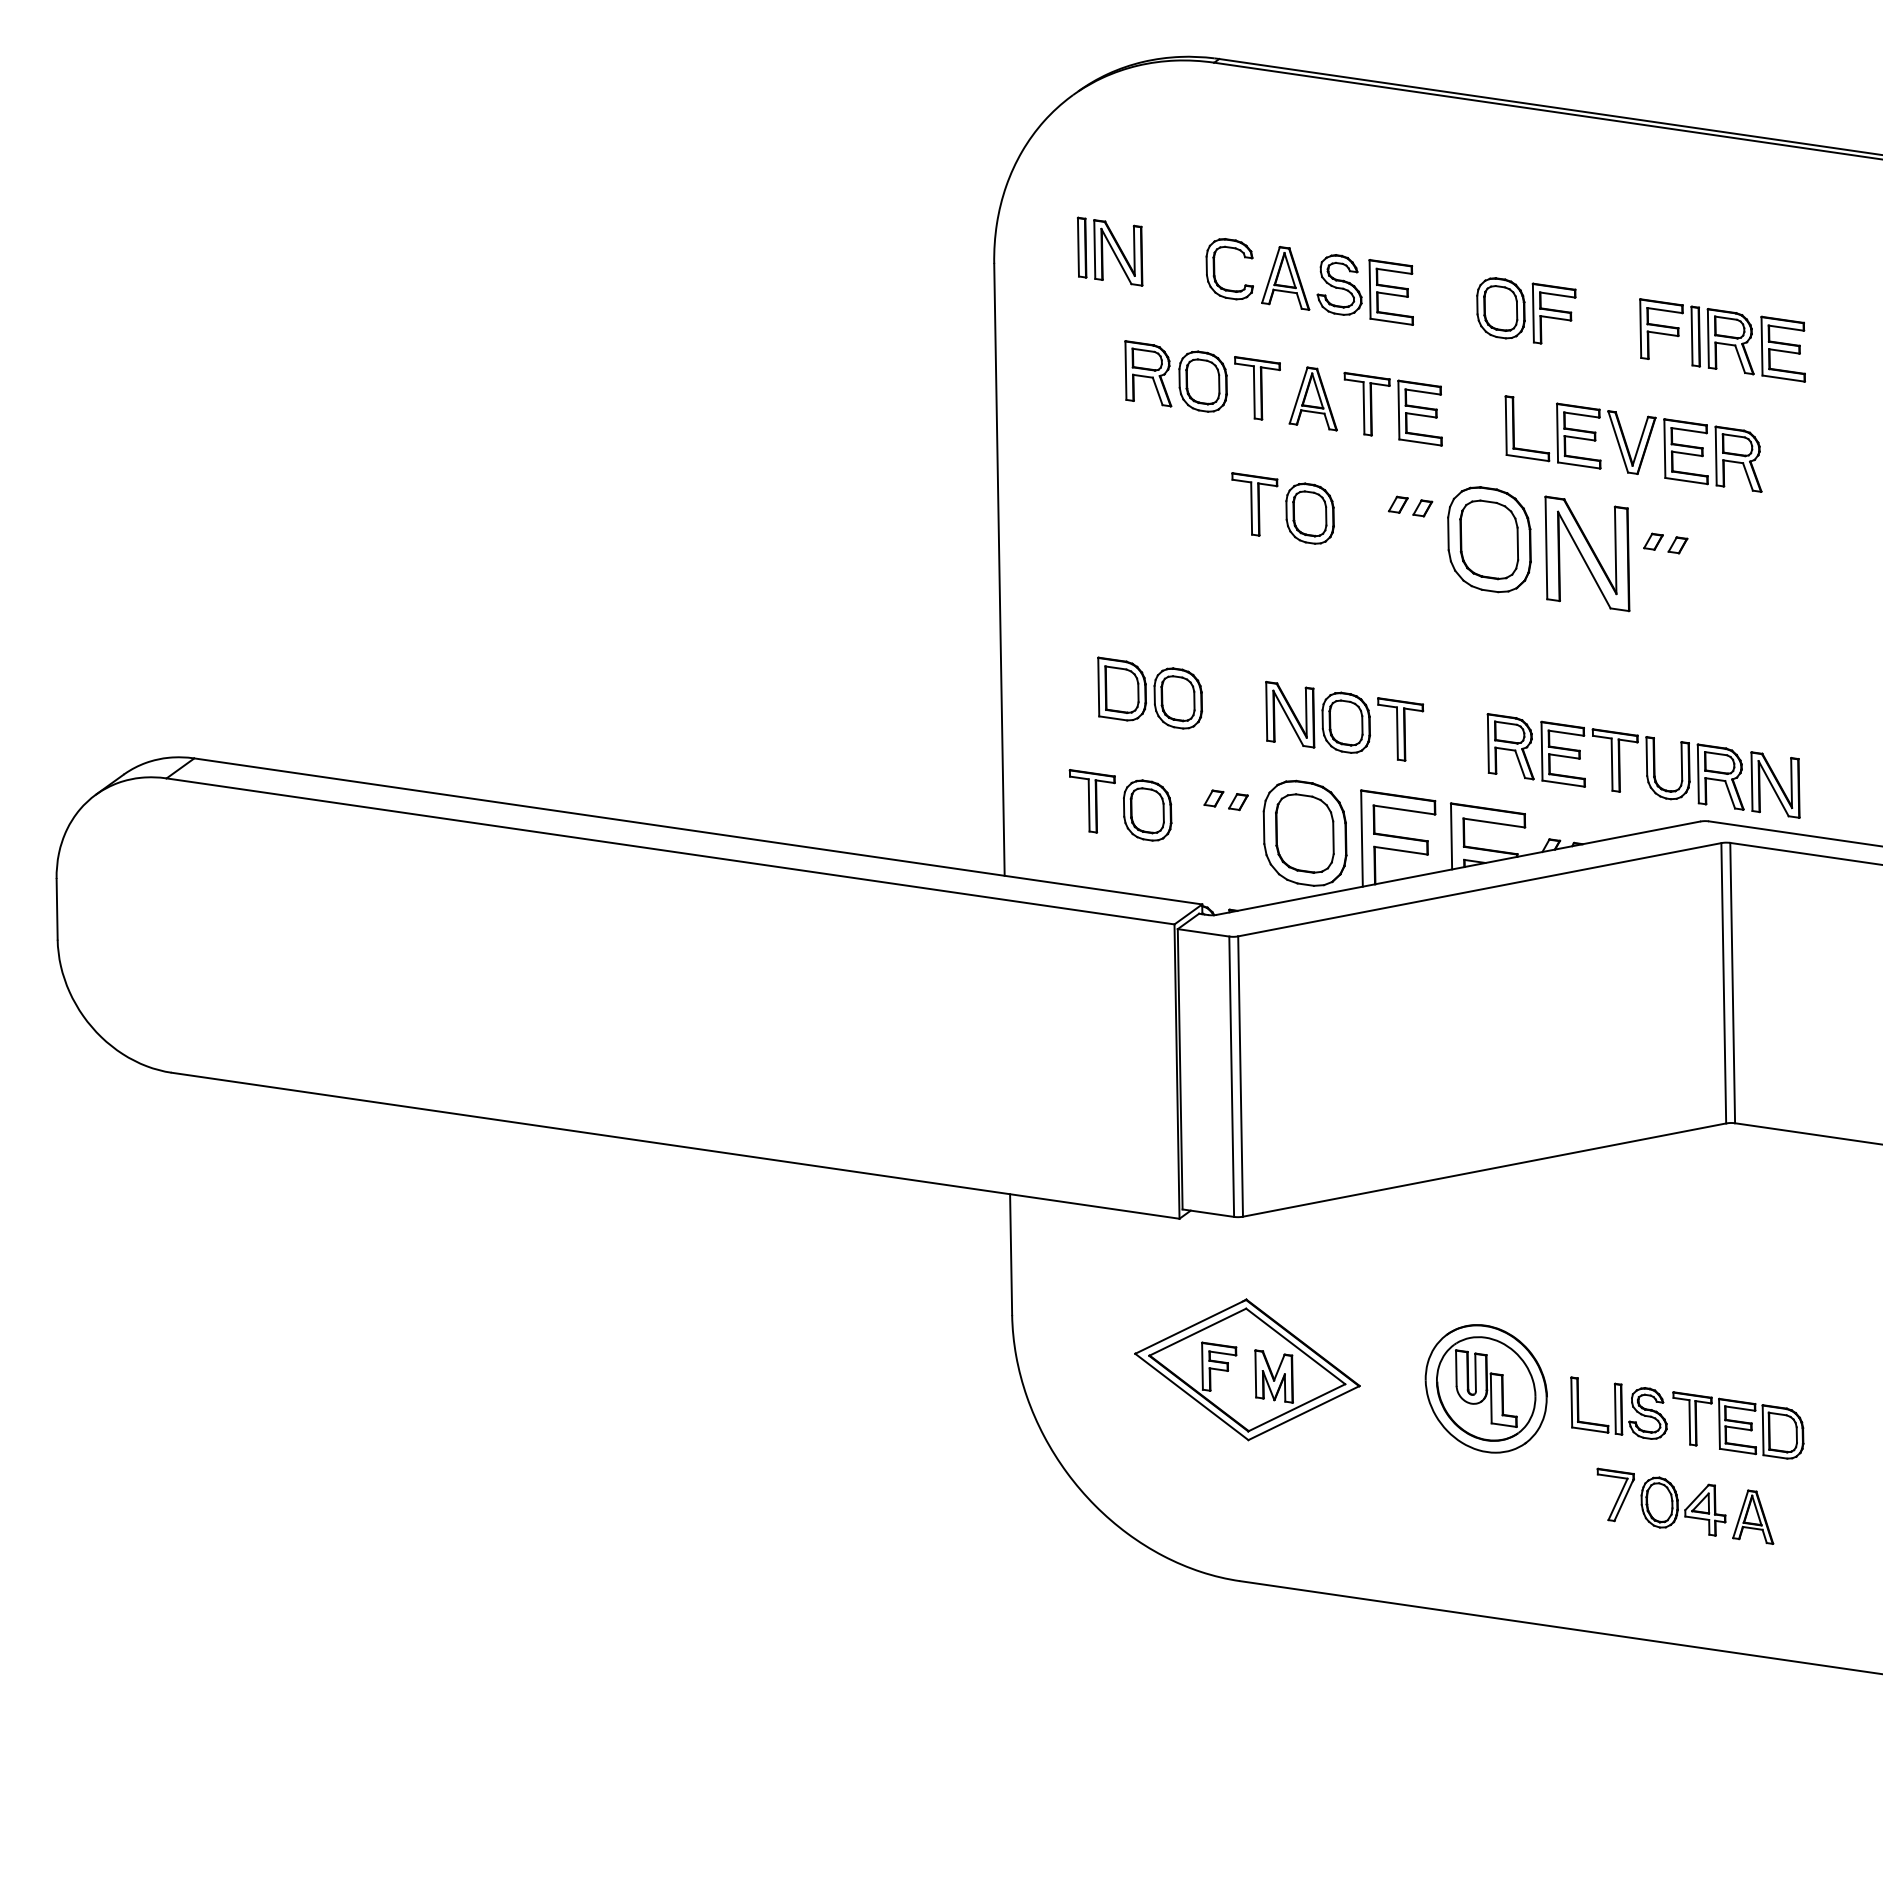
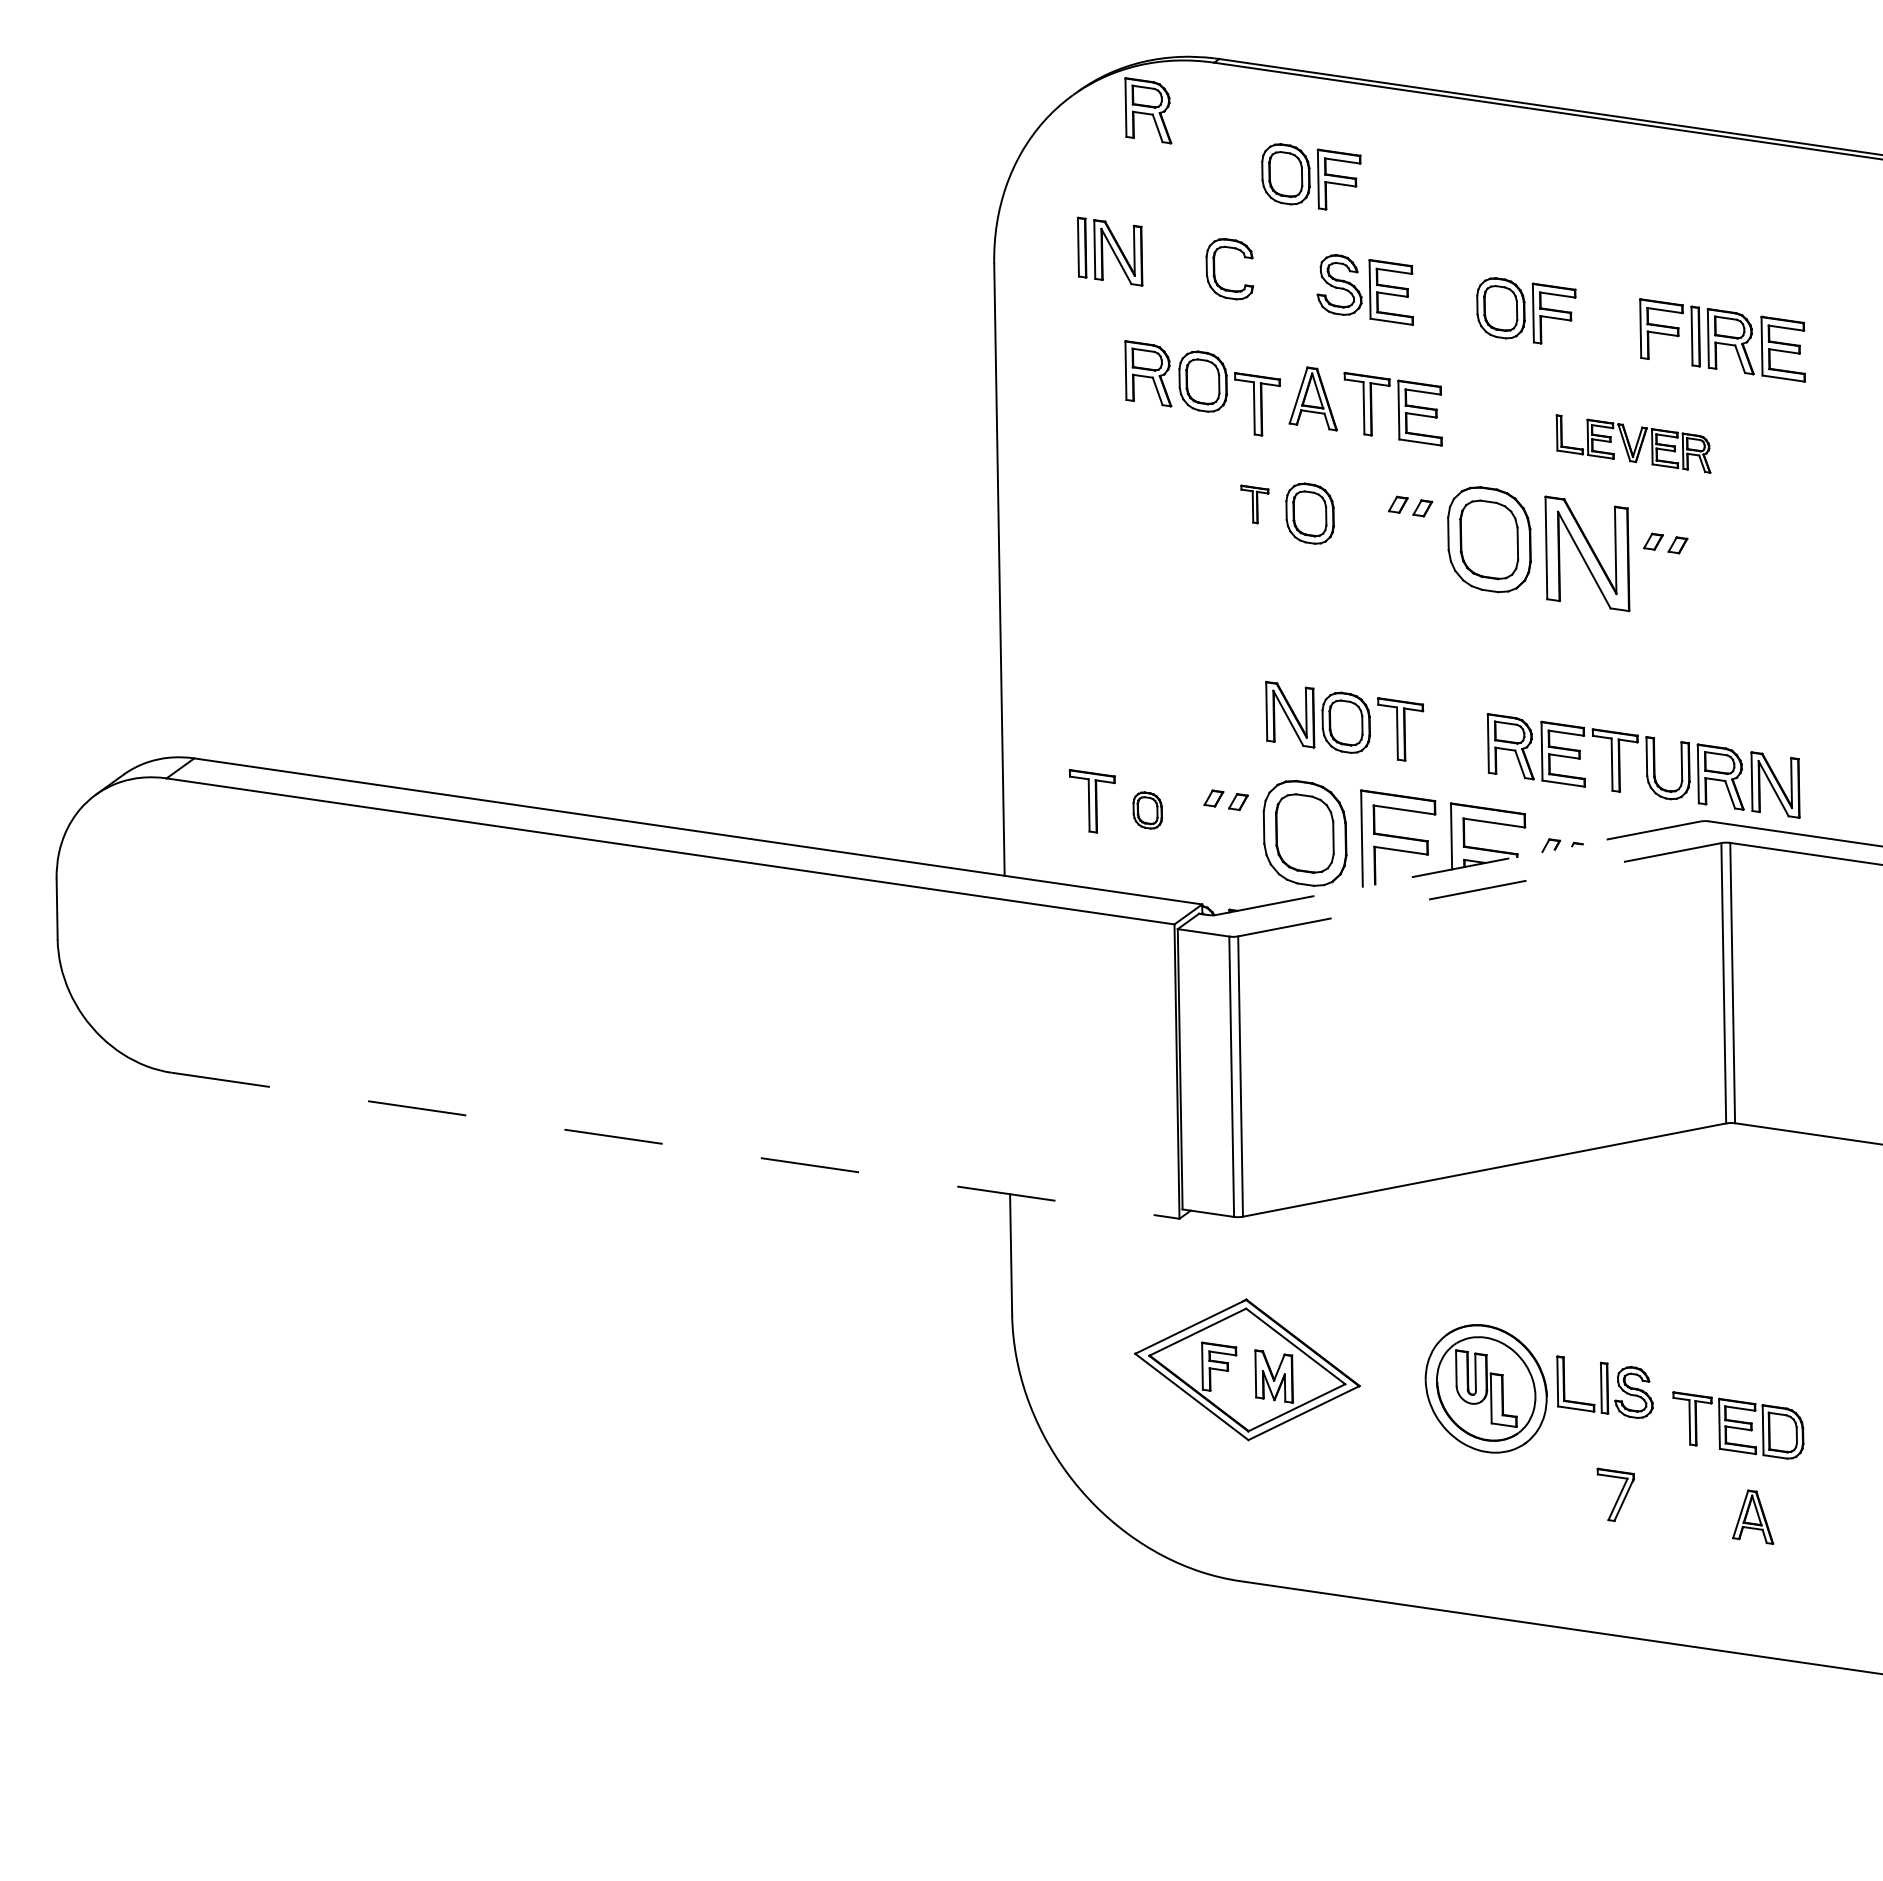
part at (1148, 110): none -> present
part at (1311, 176): none -> present
part at (1285, 278): present -> none
part at (1257, 388) position: (1257, 388) -> (1257, 404)
part at (1633, 443) size: 259x98 px -> 157x60 px
part at (1254, 504) size: 48x65 px -> 30x41 px
part at (1149, 692): present -> none
part at (1147, 810) size: 50x63 px -> 31x39 px
line at (1459, 868): solid -> dashed
line at (1479, 889): solid -> dashed
line at (676, 1145): solid -> dashed
part at (1618, 1407) position: (1618, 1407) -> (1604, 1386)
part at (1683, 1506): present -> none
